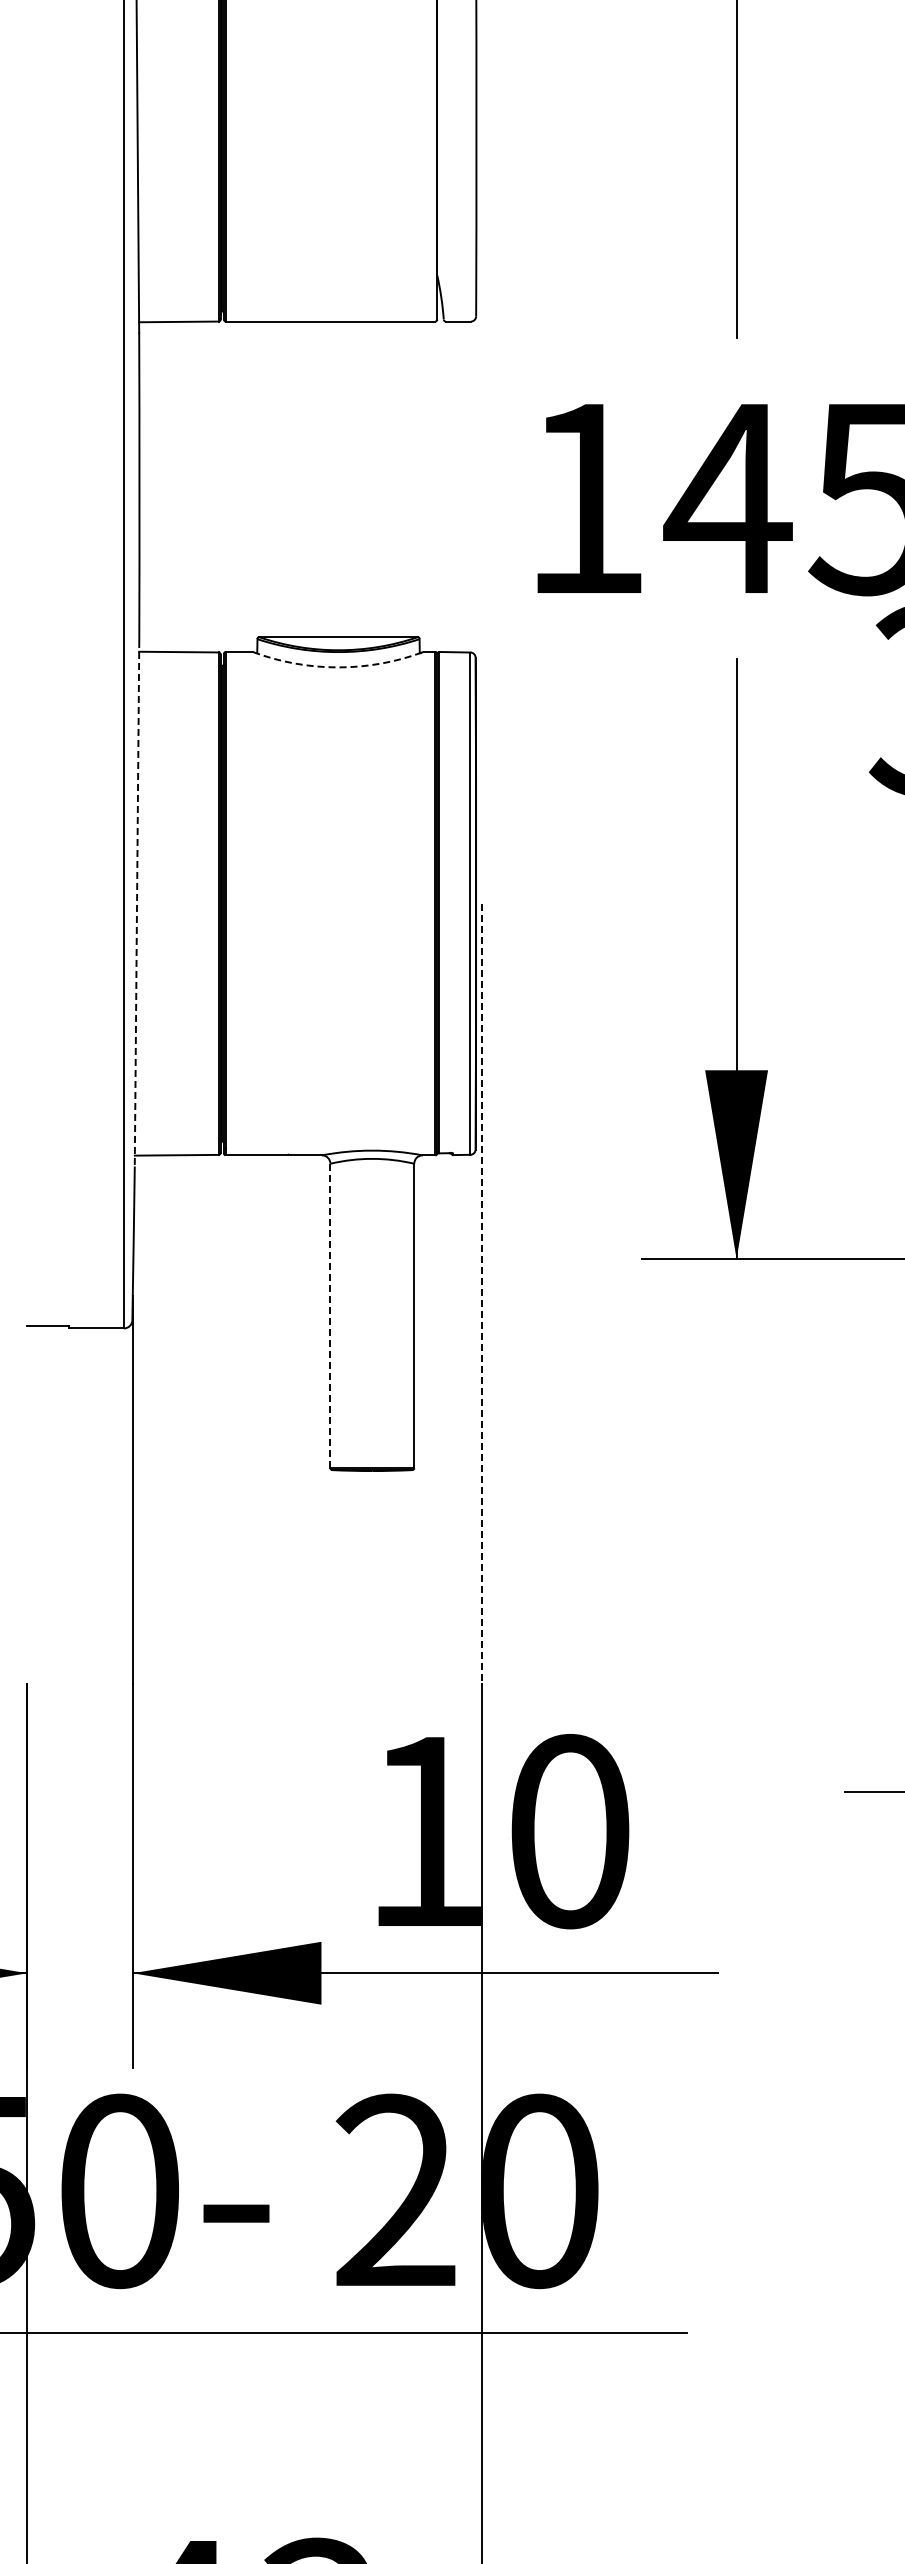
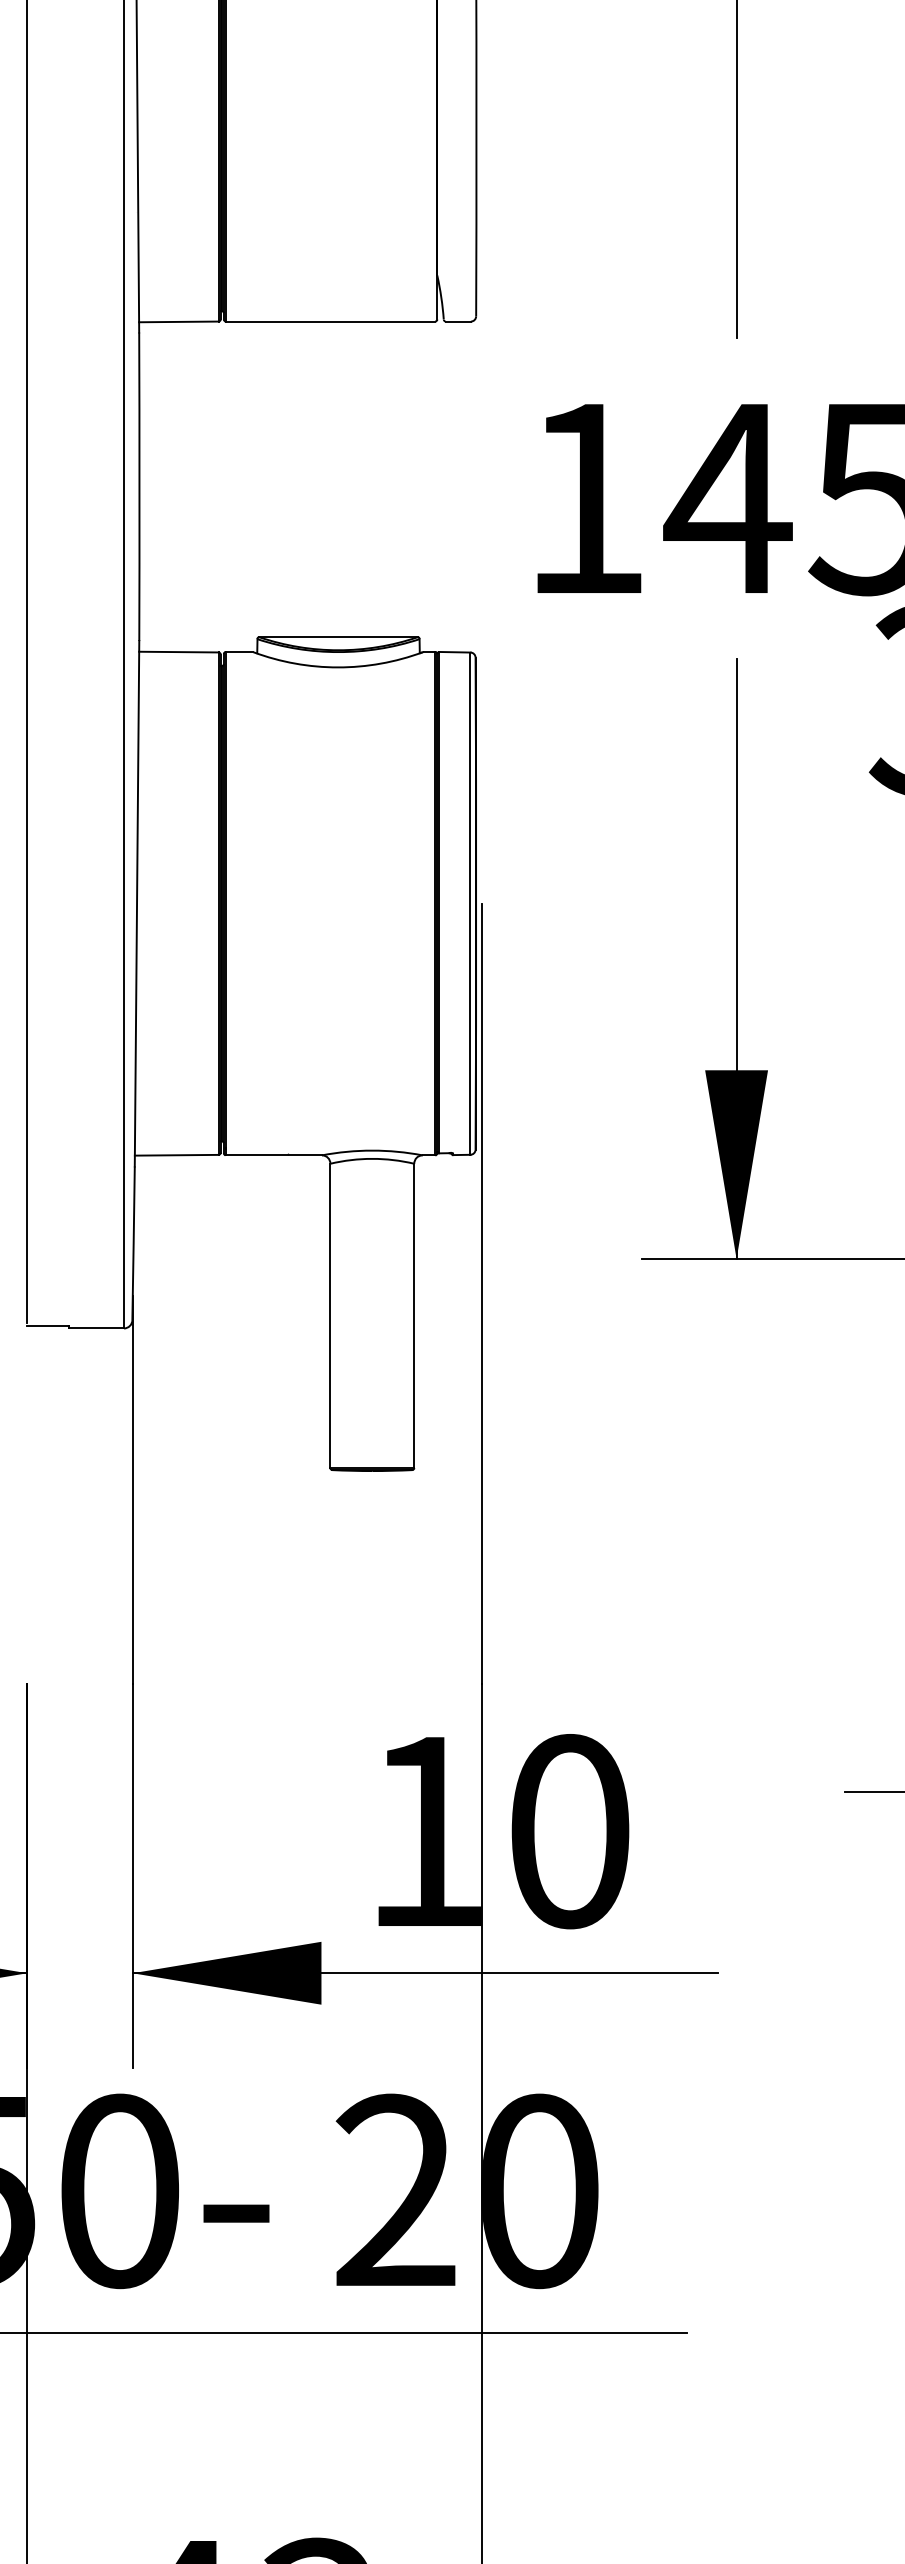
line at (27, 662): none -> present
arc at (338, 667): dashed -> solid
line at (137, 903): dashed -> solid
line at (481, 1294): dashed -> solid
line at (330, 1316): dashed -> solid
